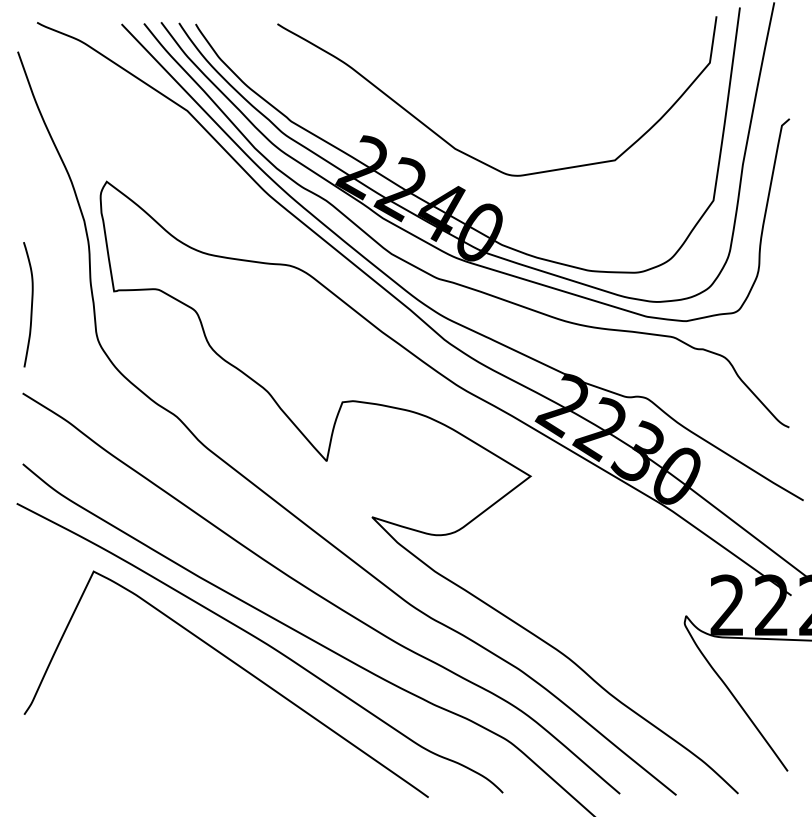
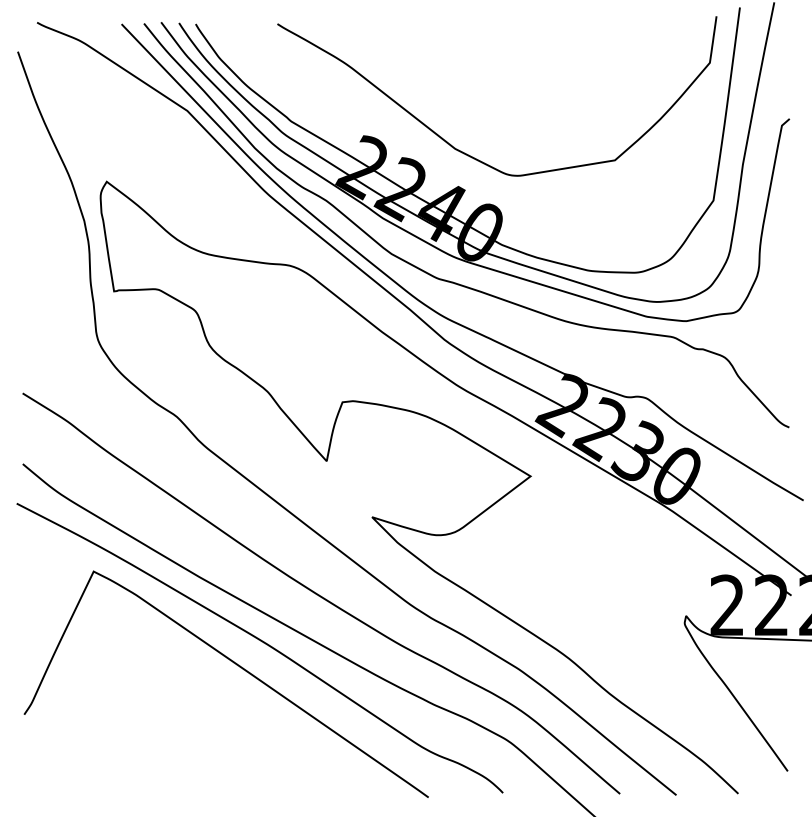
curve at (31, 304): present -> none
